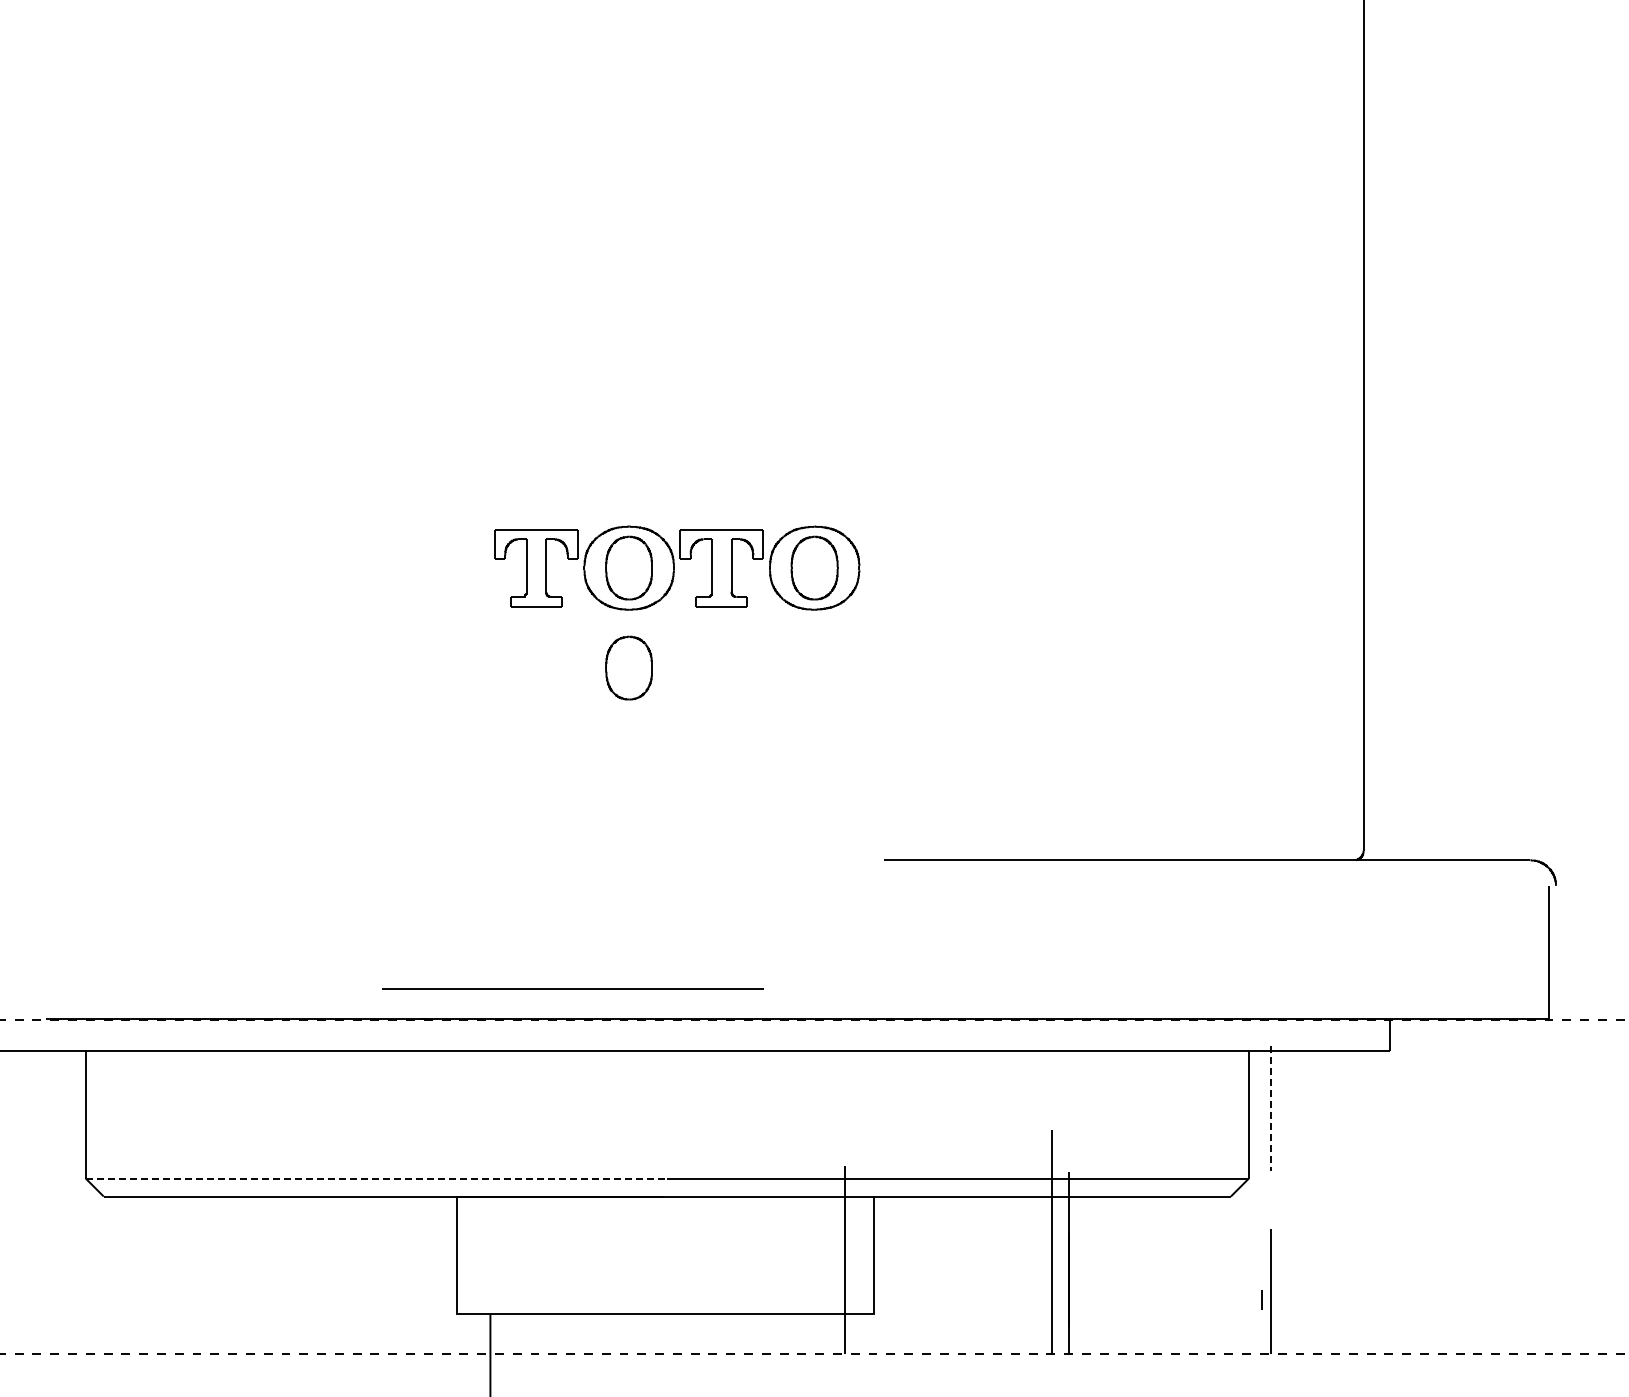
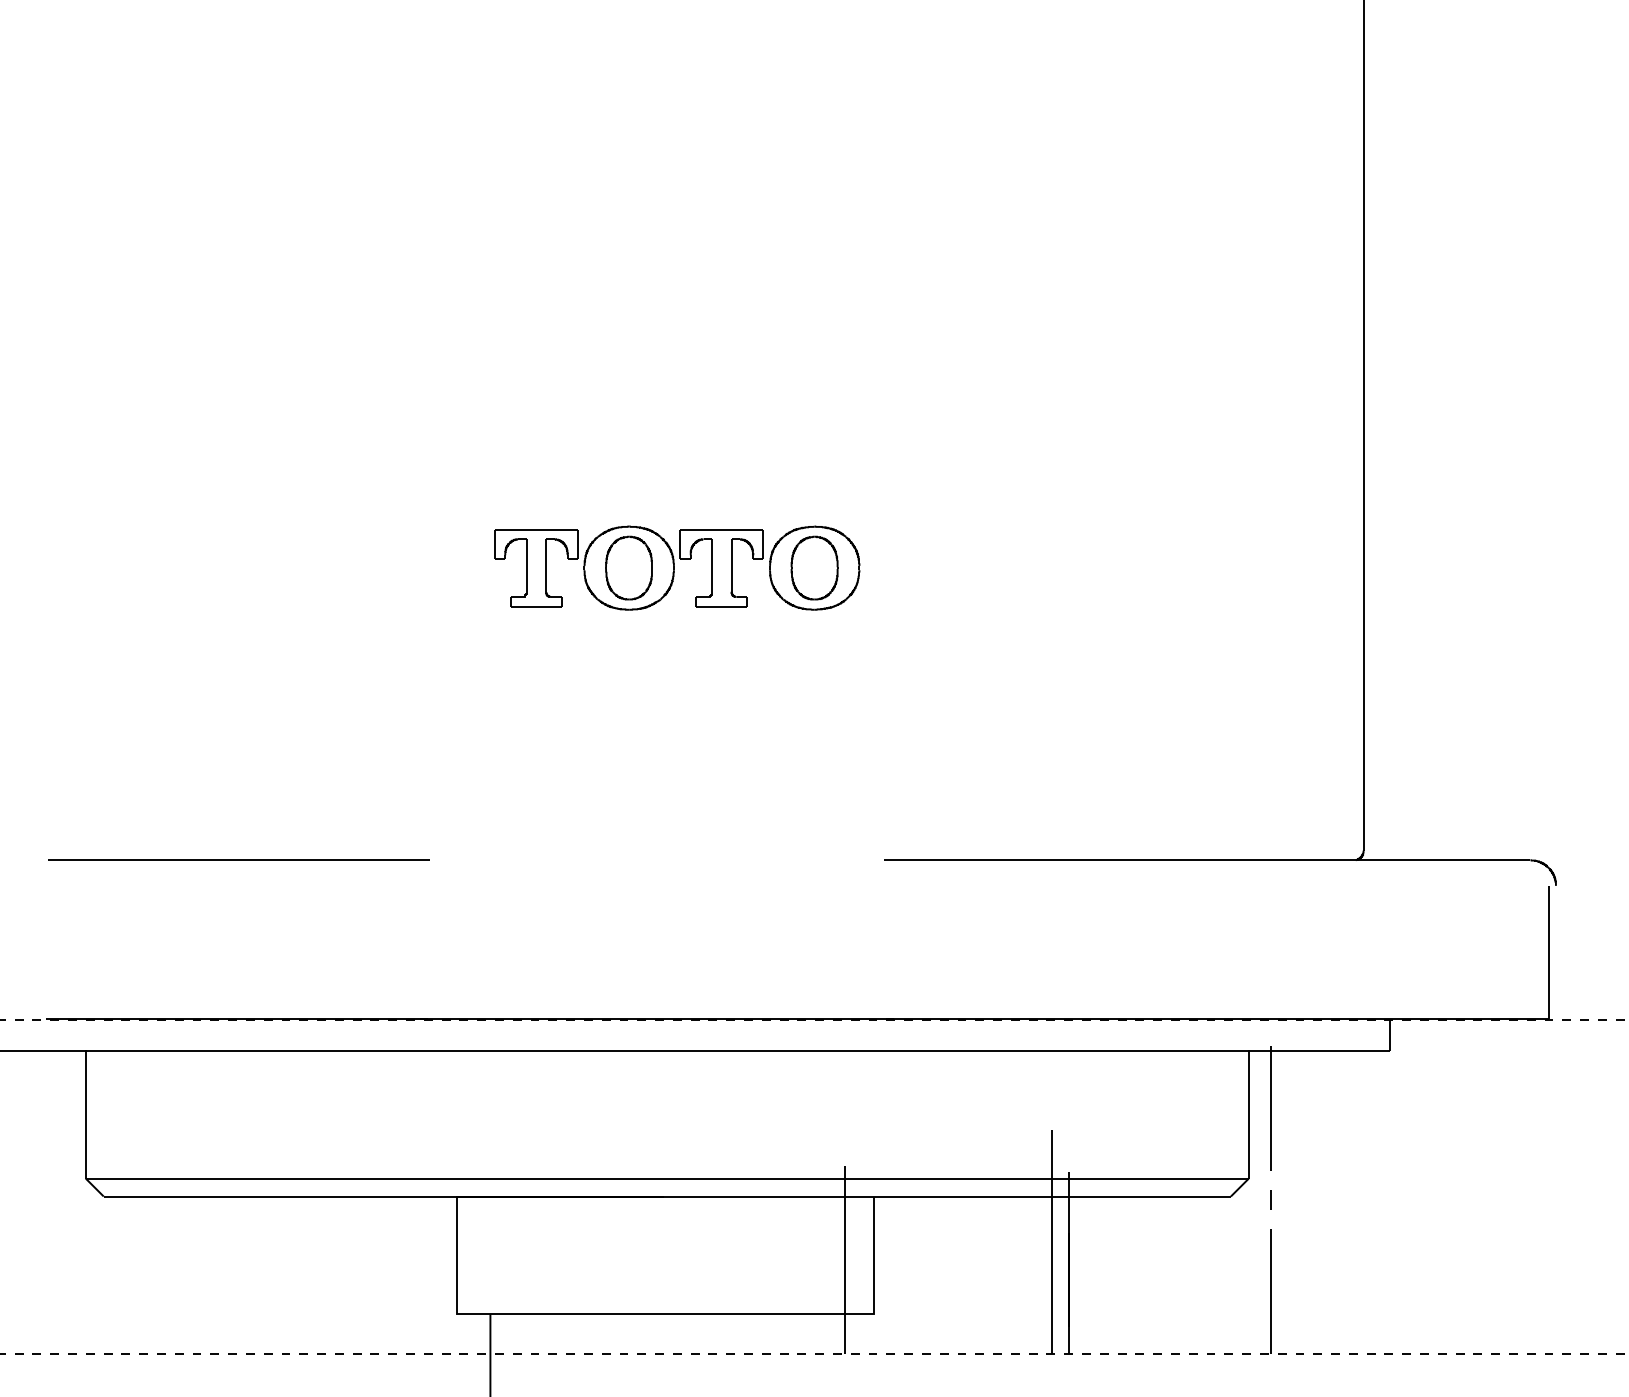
part at (628, 667): present -> none
line at (572, 988) position: (572, 988) -> (238, 859)
line at (1270, 1108): dashed -> solid
line at (376, 1178): dashed -> solid
line at (1261, 1299) position: (1261, 1299) -> (1270, 1199)
